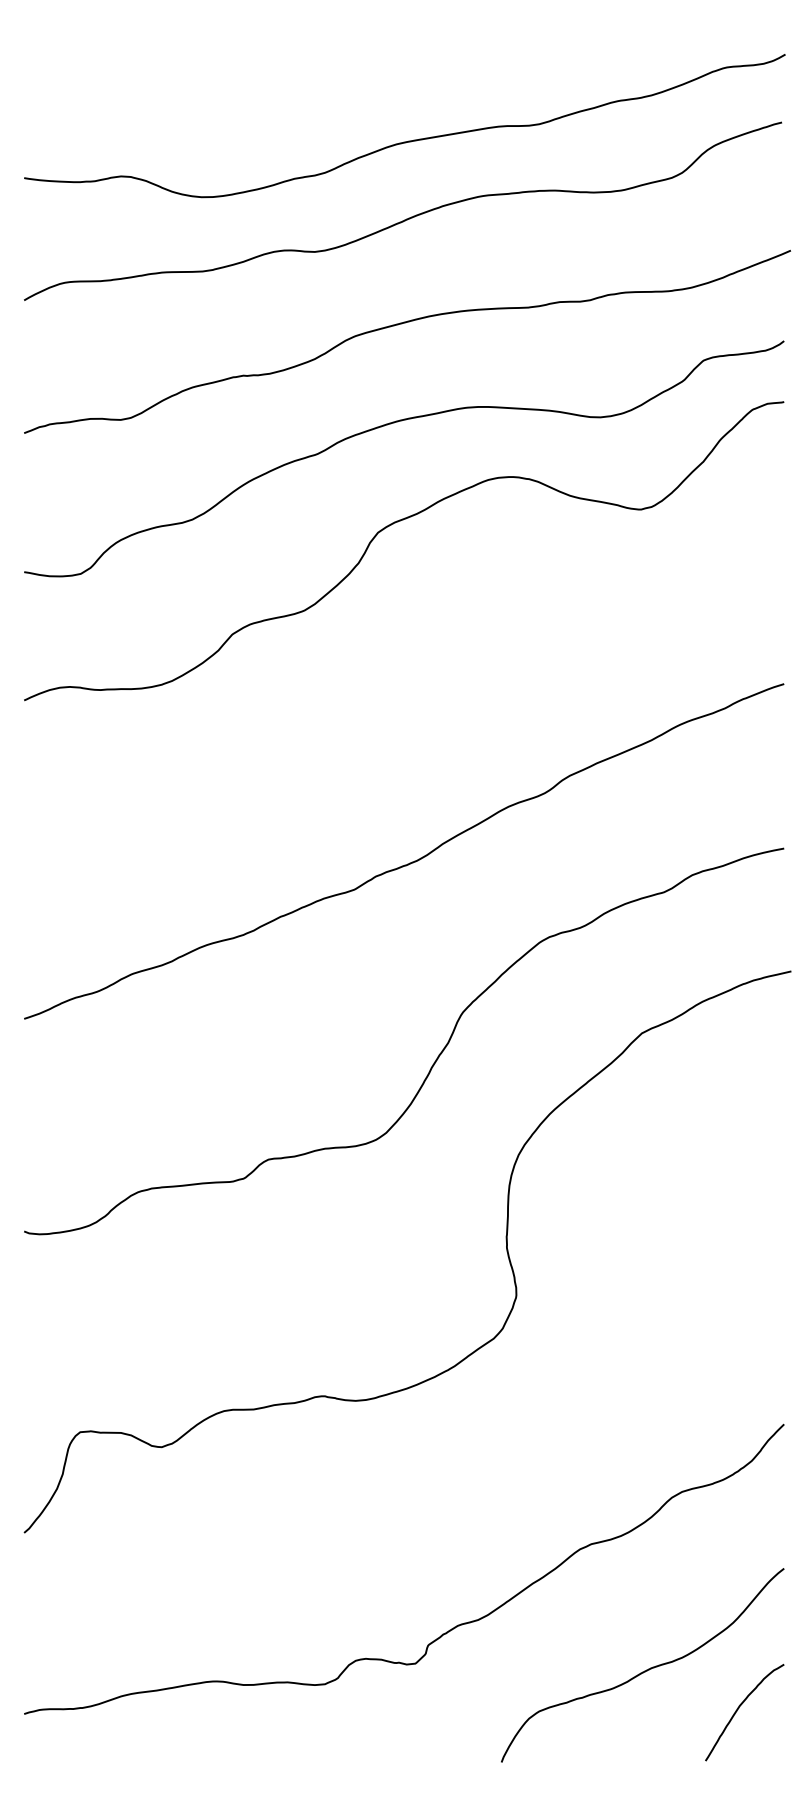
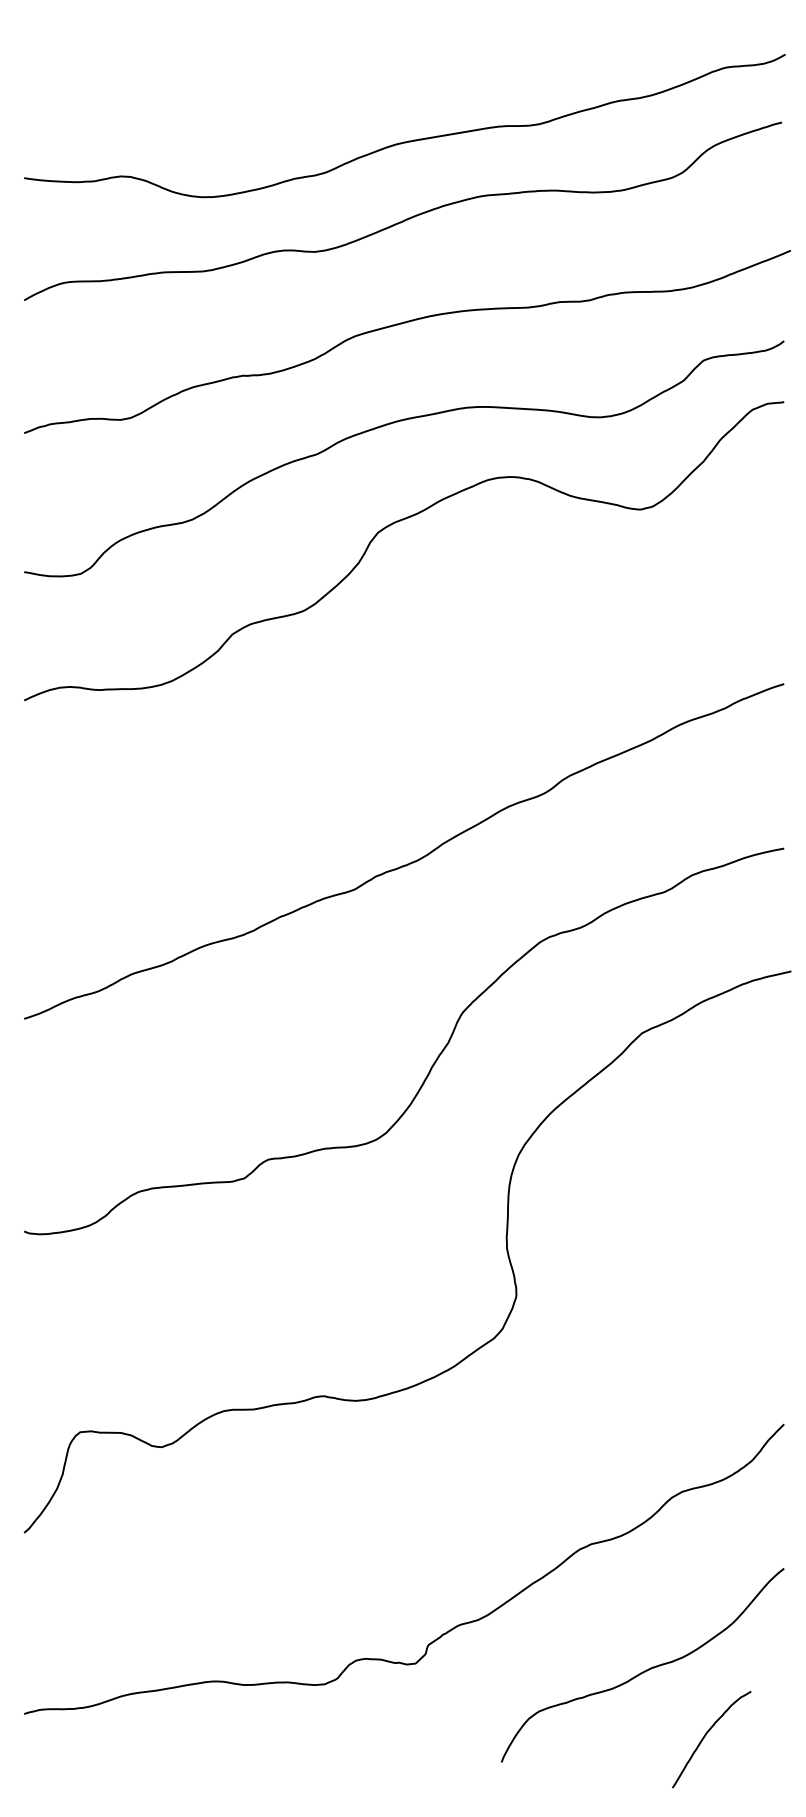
curve at (739, 1708) position: (739, 1708) -> (706, 1735)
